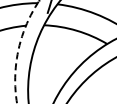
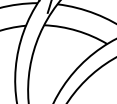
arc at (18, 49): dashed -> solid
